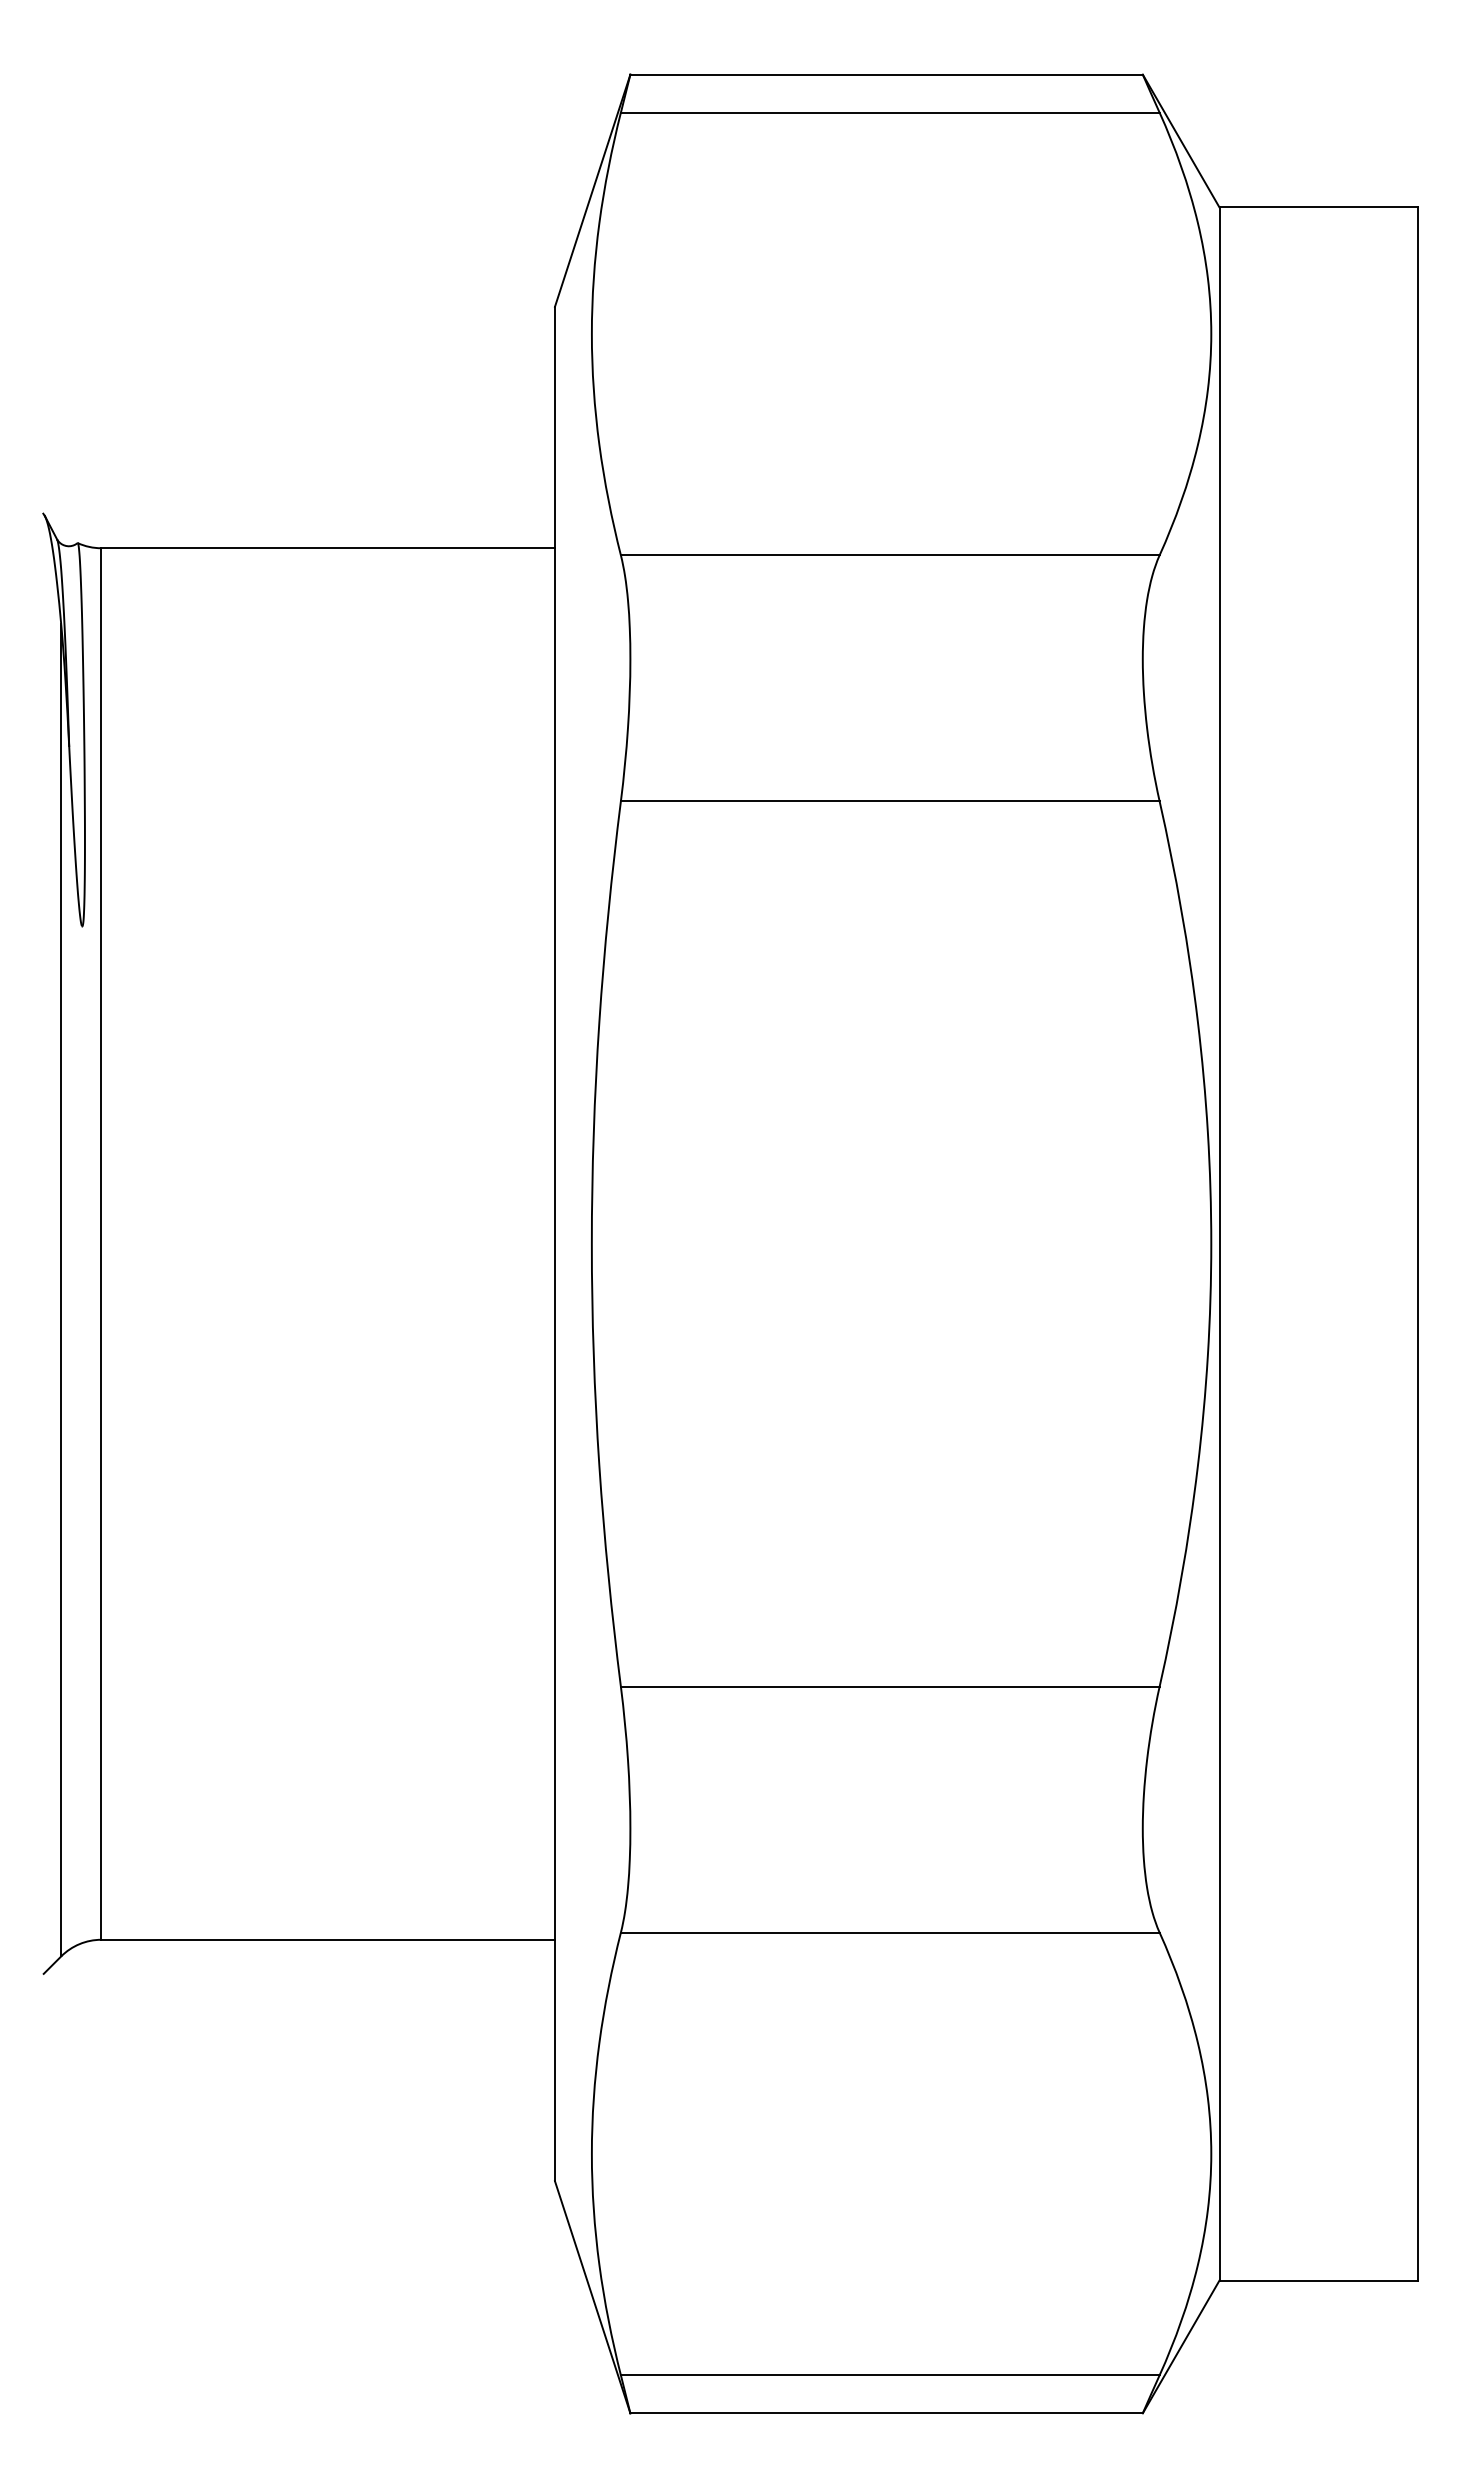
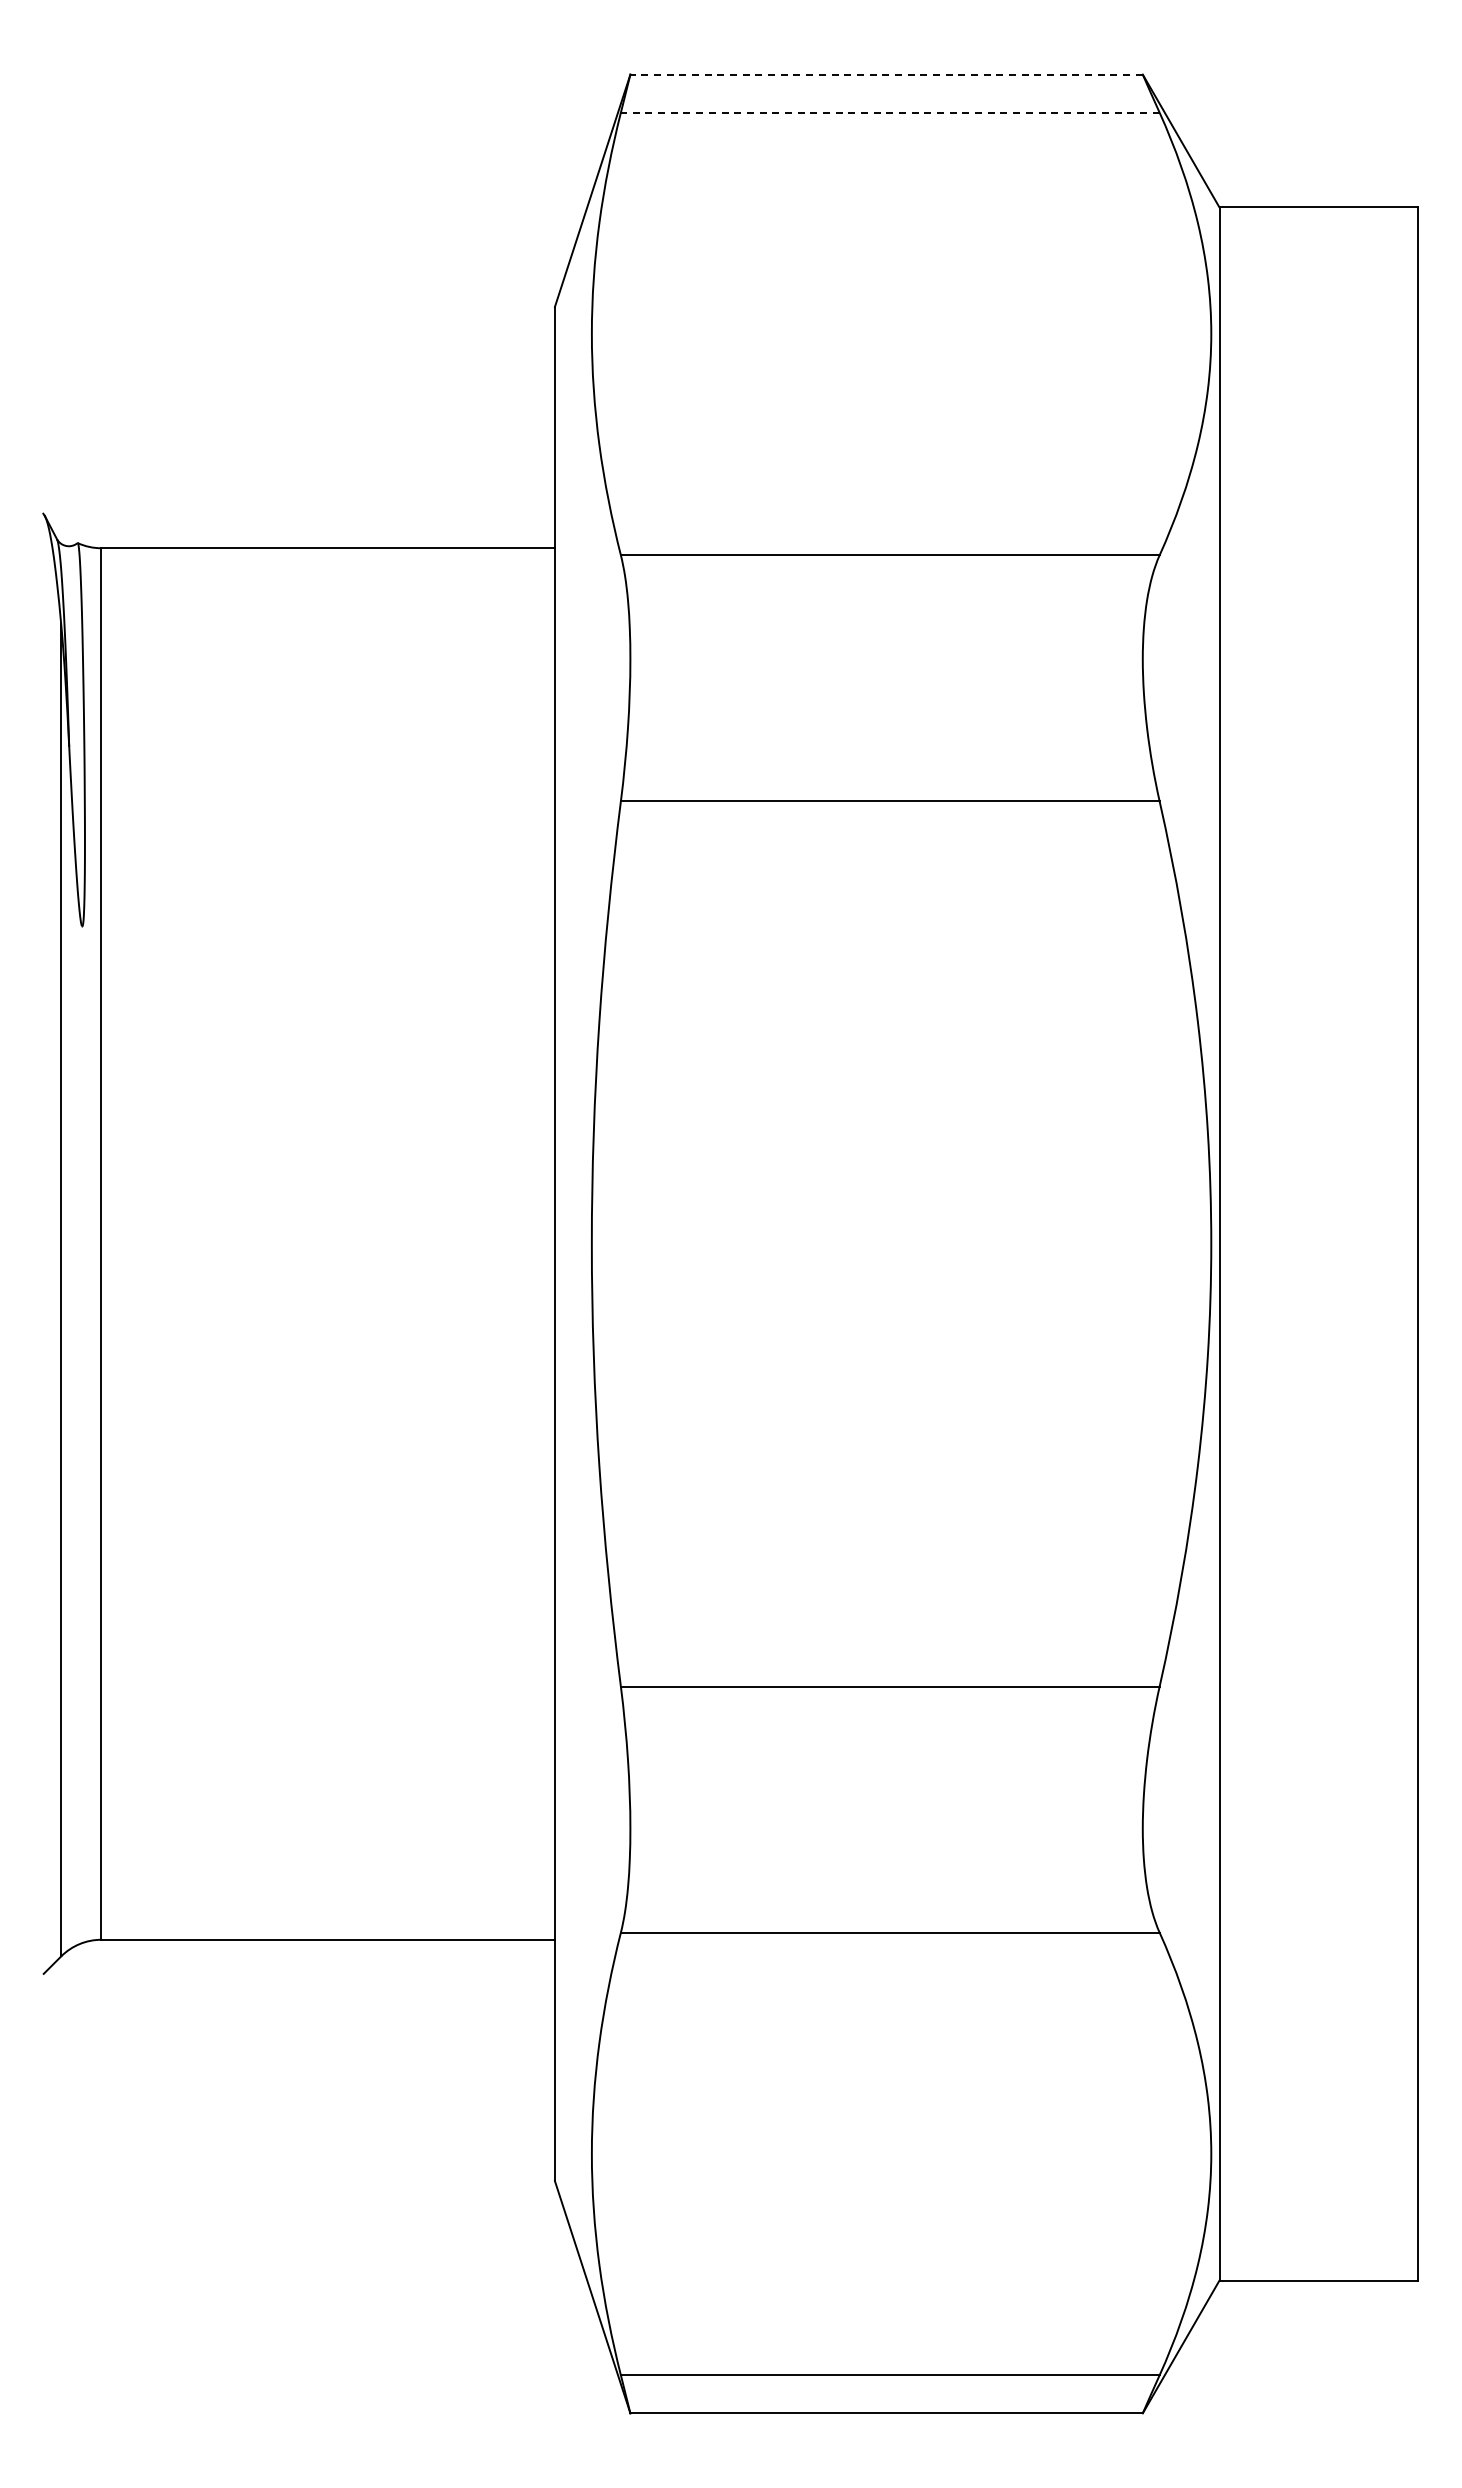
line at (886, 74): solid -> dashed
line at (889, 112): solid -> dashed
